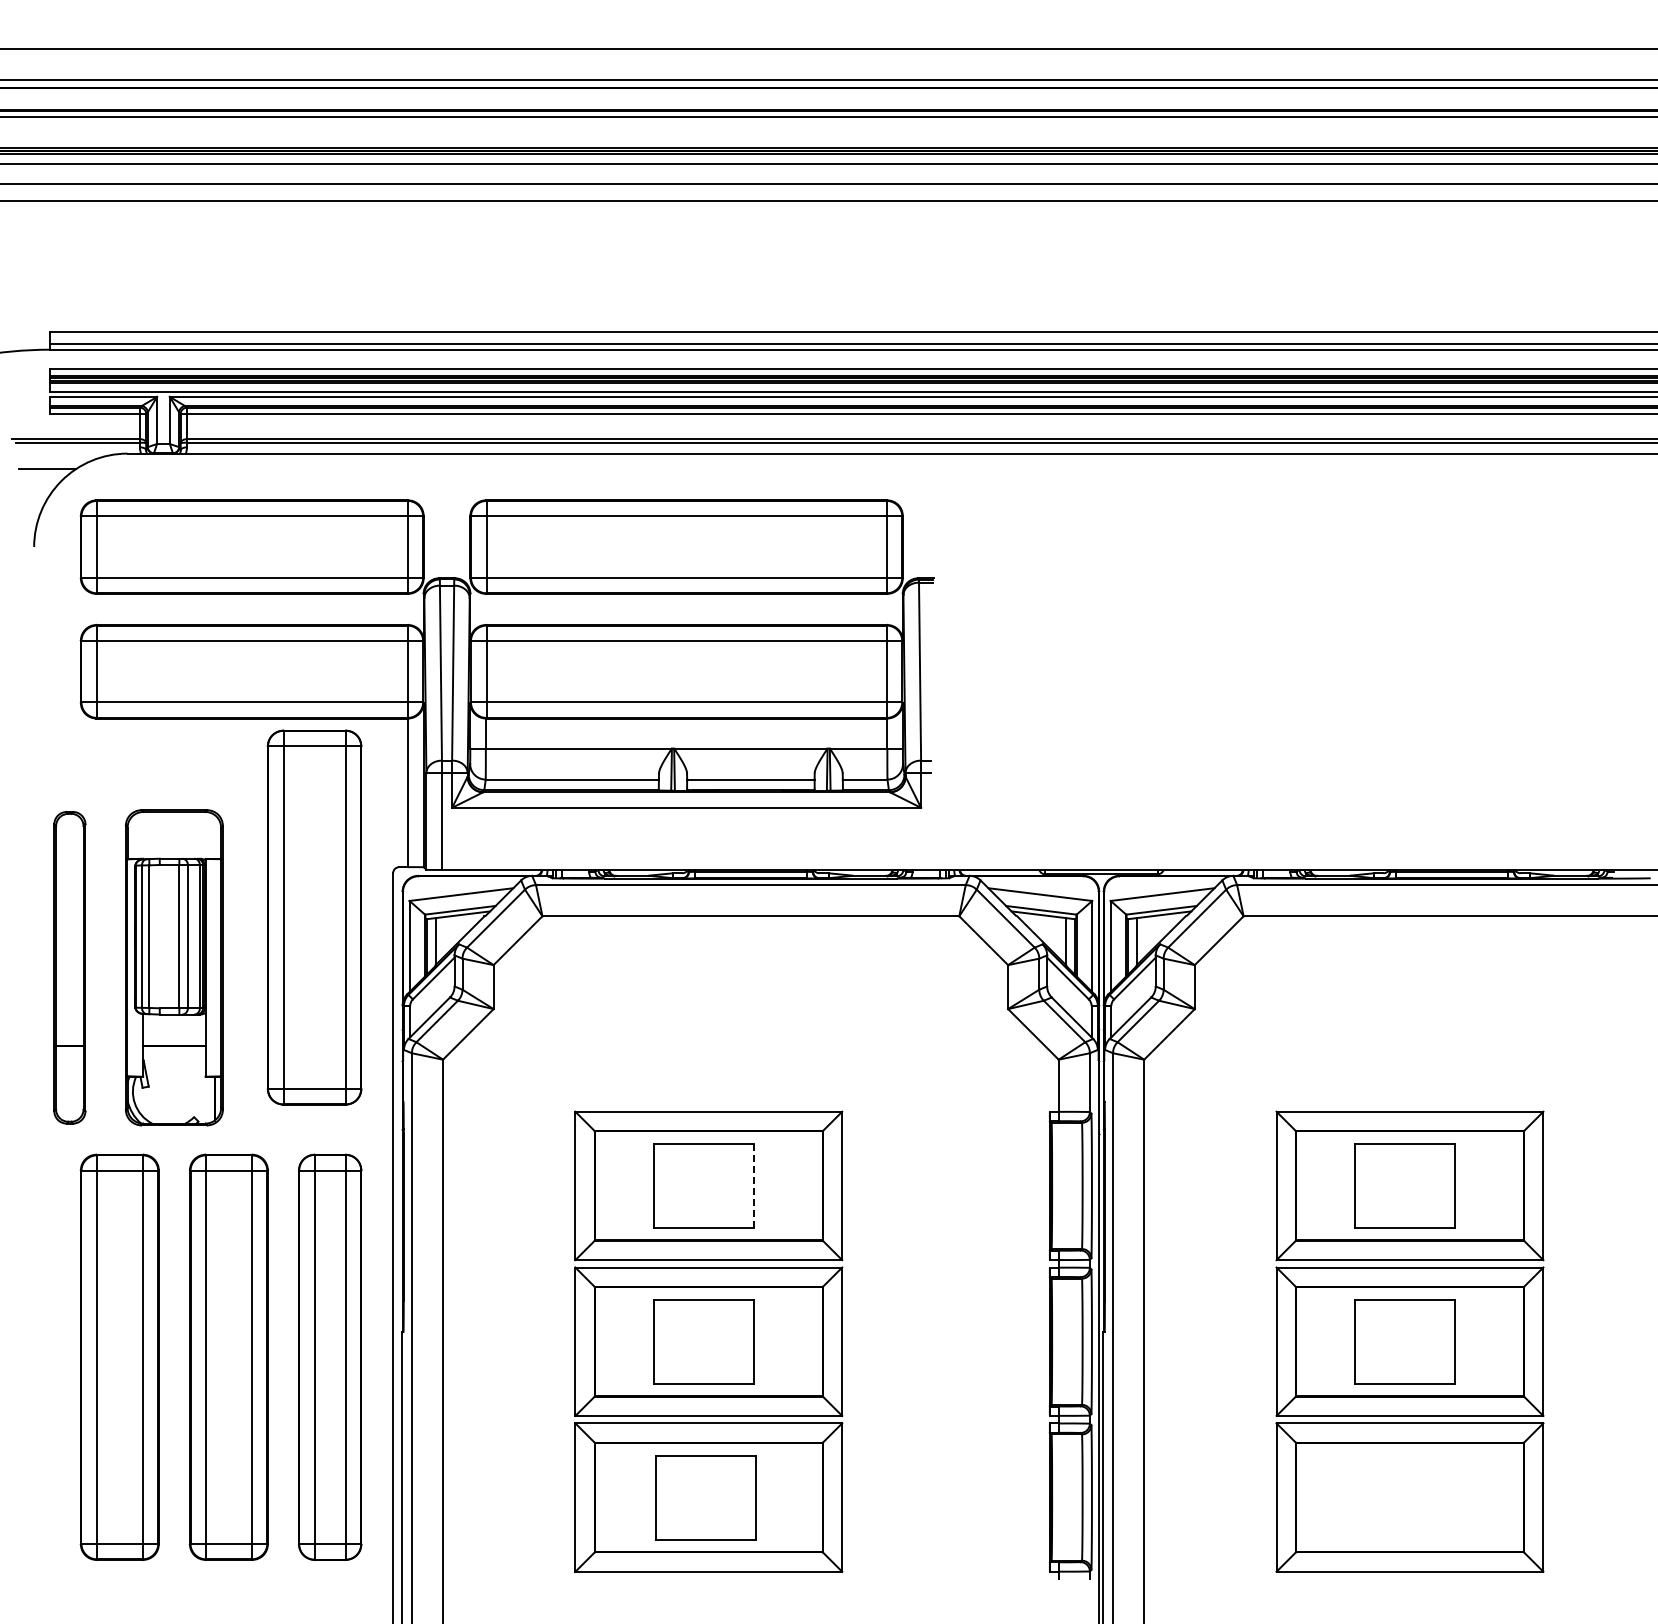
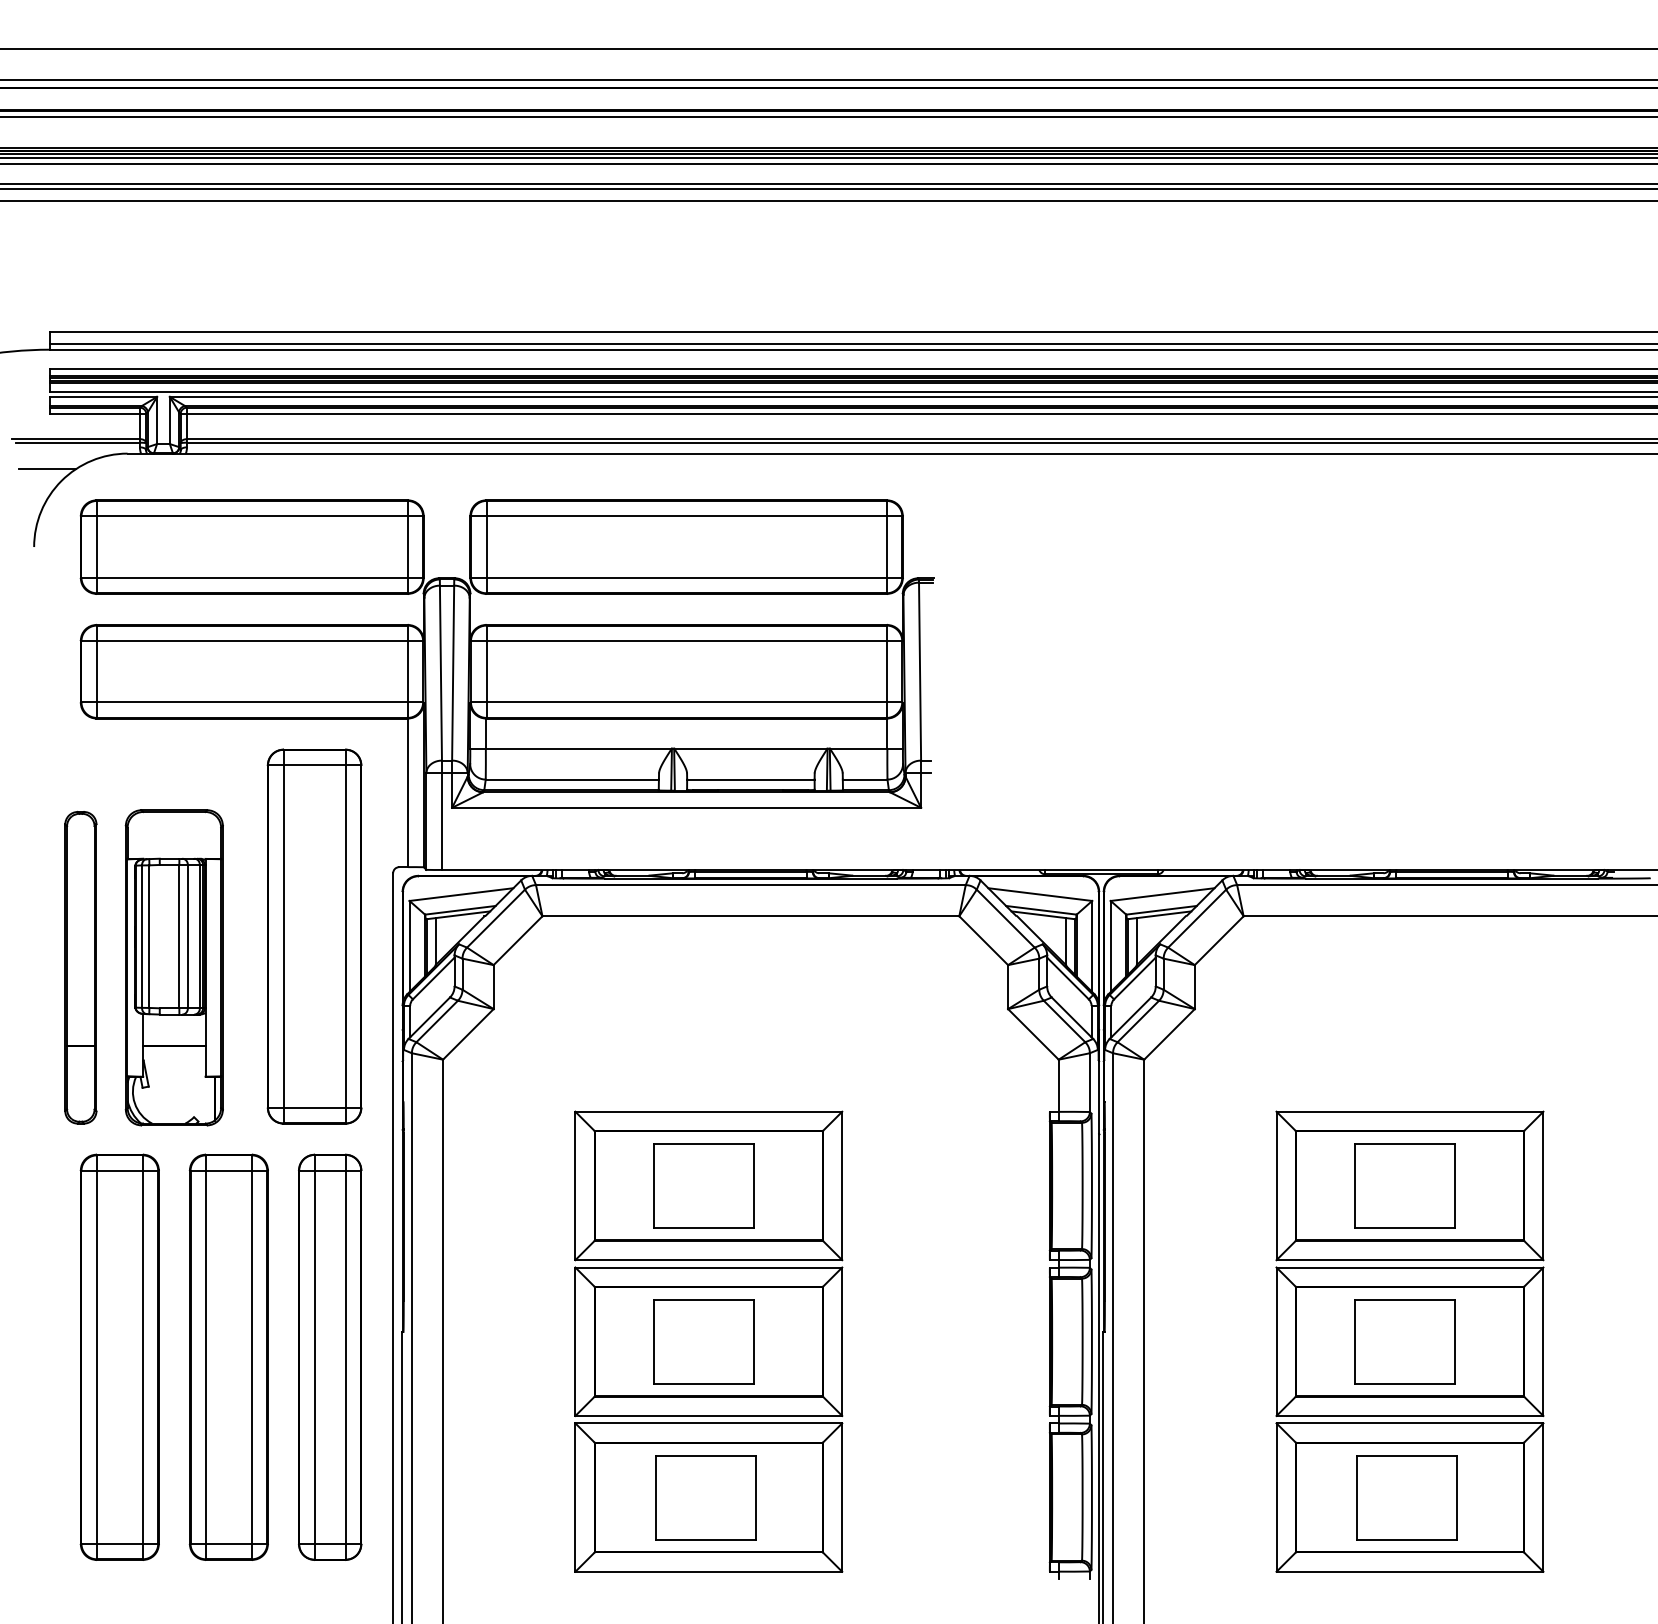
line at (828, 157): none -> present
line at (828, 189): none -> present
part at (314, 917) position: (314, 917) -> (314, 936)
part at (69, 967) position: (69, 967) -> (80, 967)
line at (754, 1186): dashed -> solid
part at (1406, 1497): none -> present
